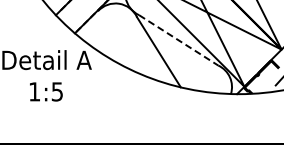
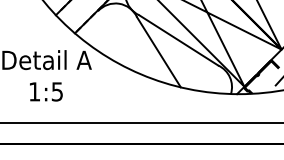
line at (178, 40): dashed -> solid
line at (141, 123): none -> present
